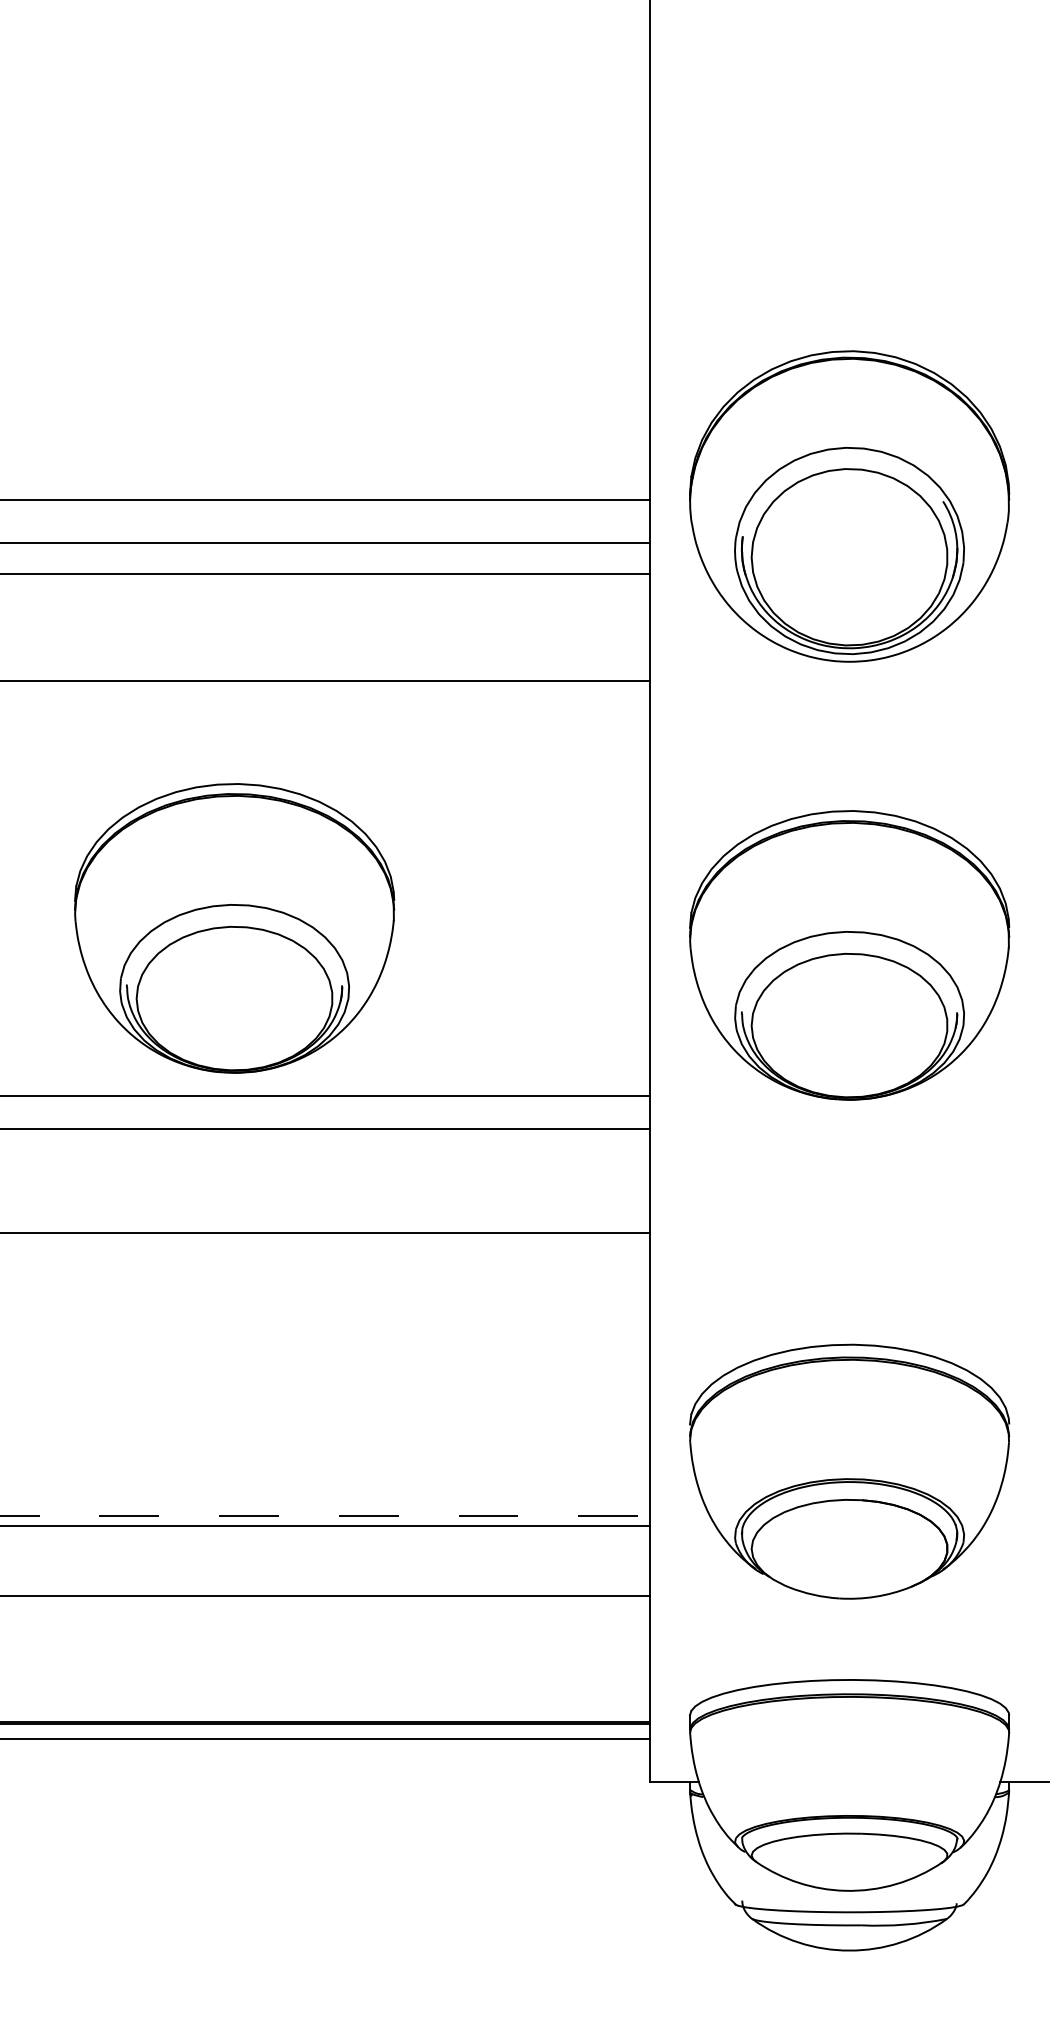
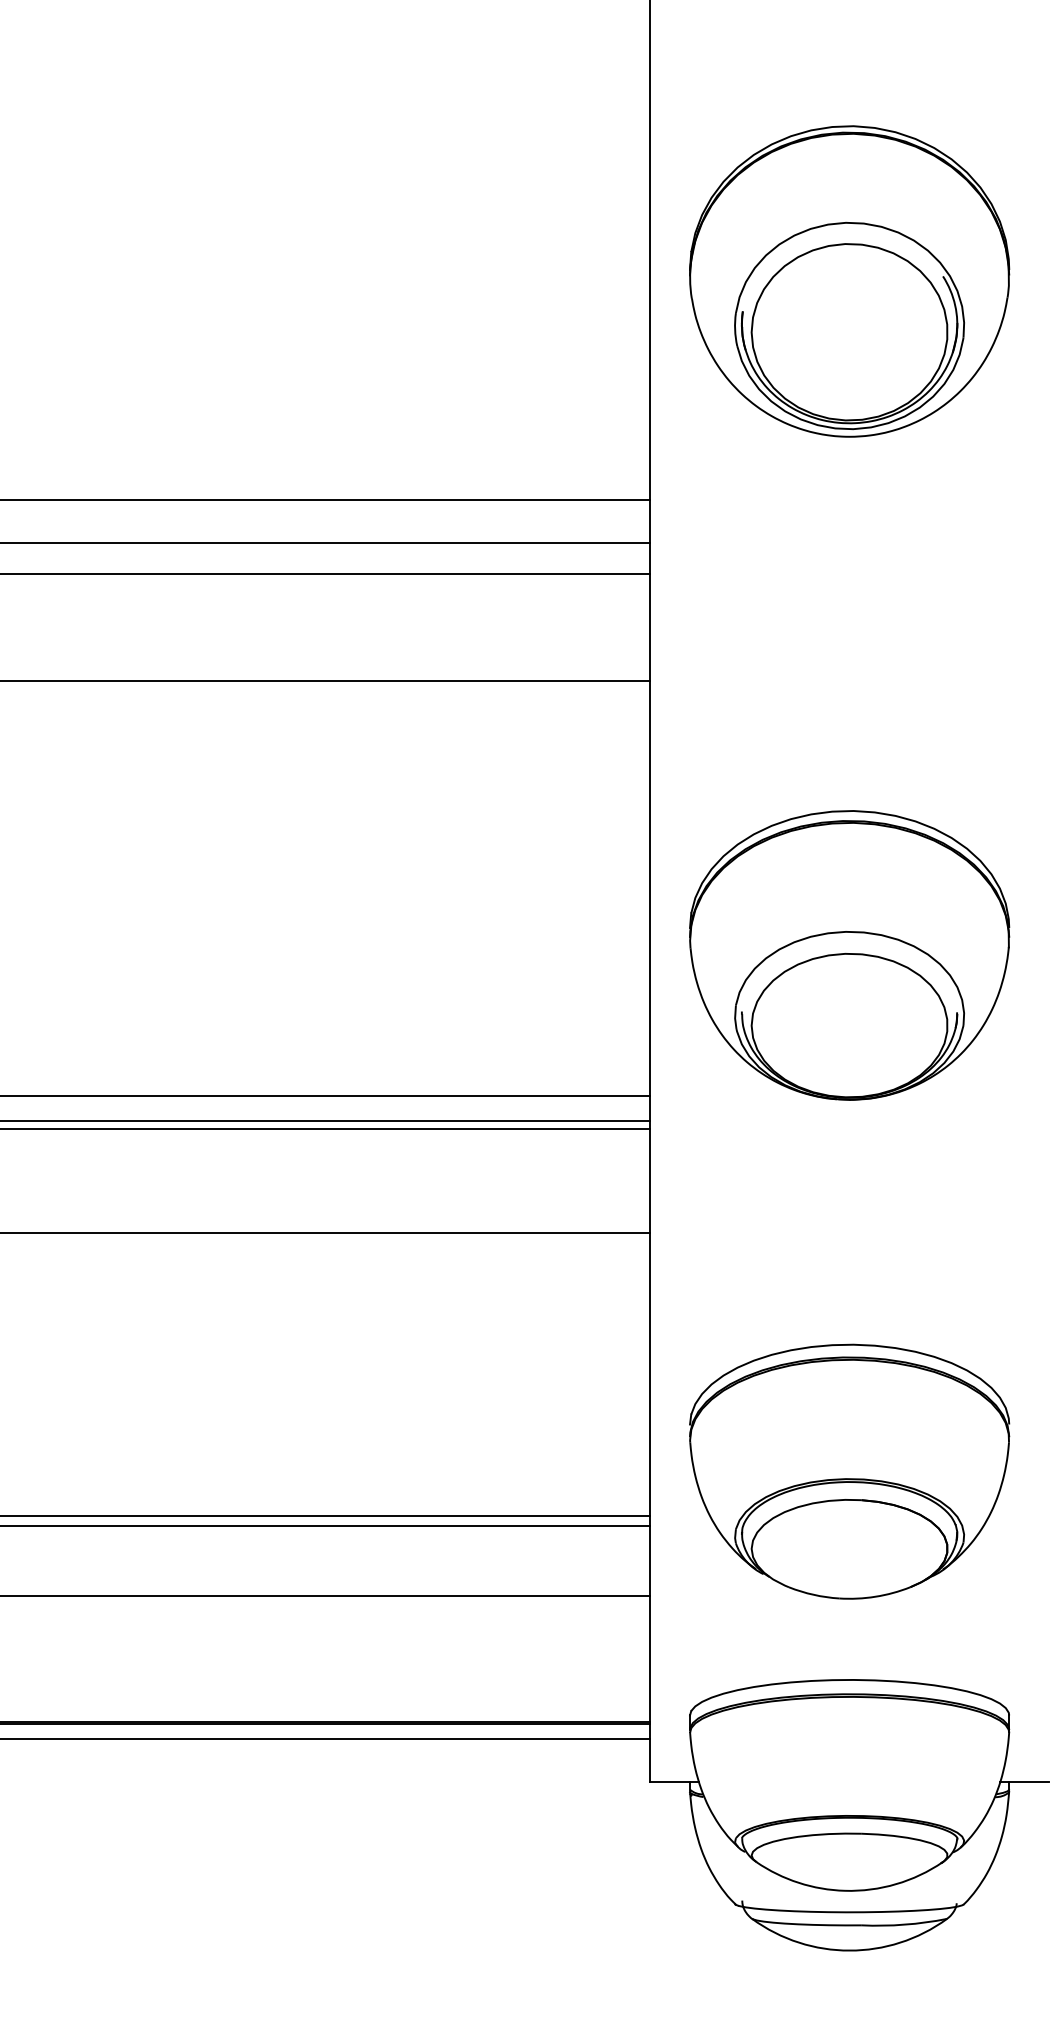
part at (849, 506) position: (849, 506) -> (849, 281)
part at (234, 928): present -> none
line at (326, 1120): none -> present
line at (325, 1516): dashed -> solid
